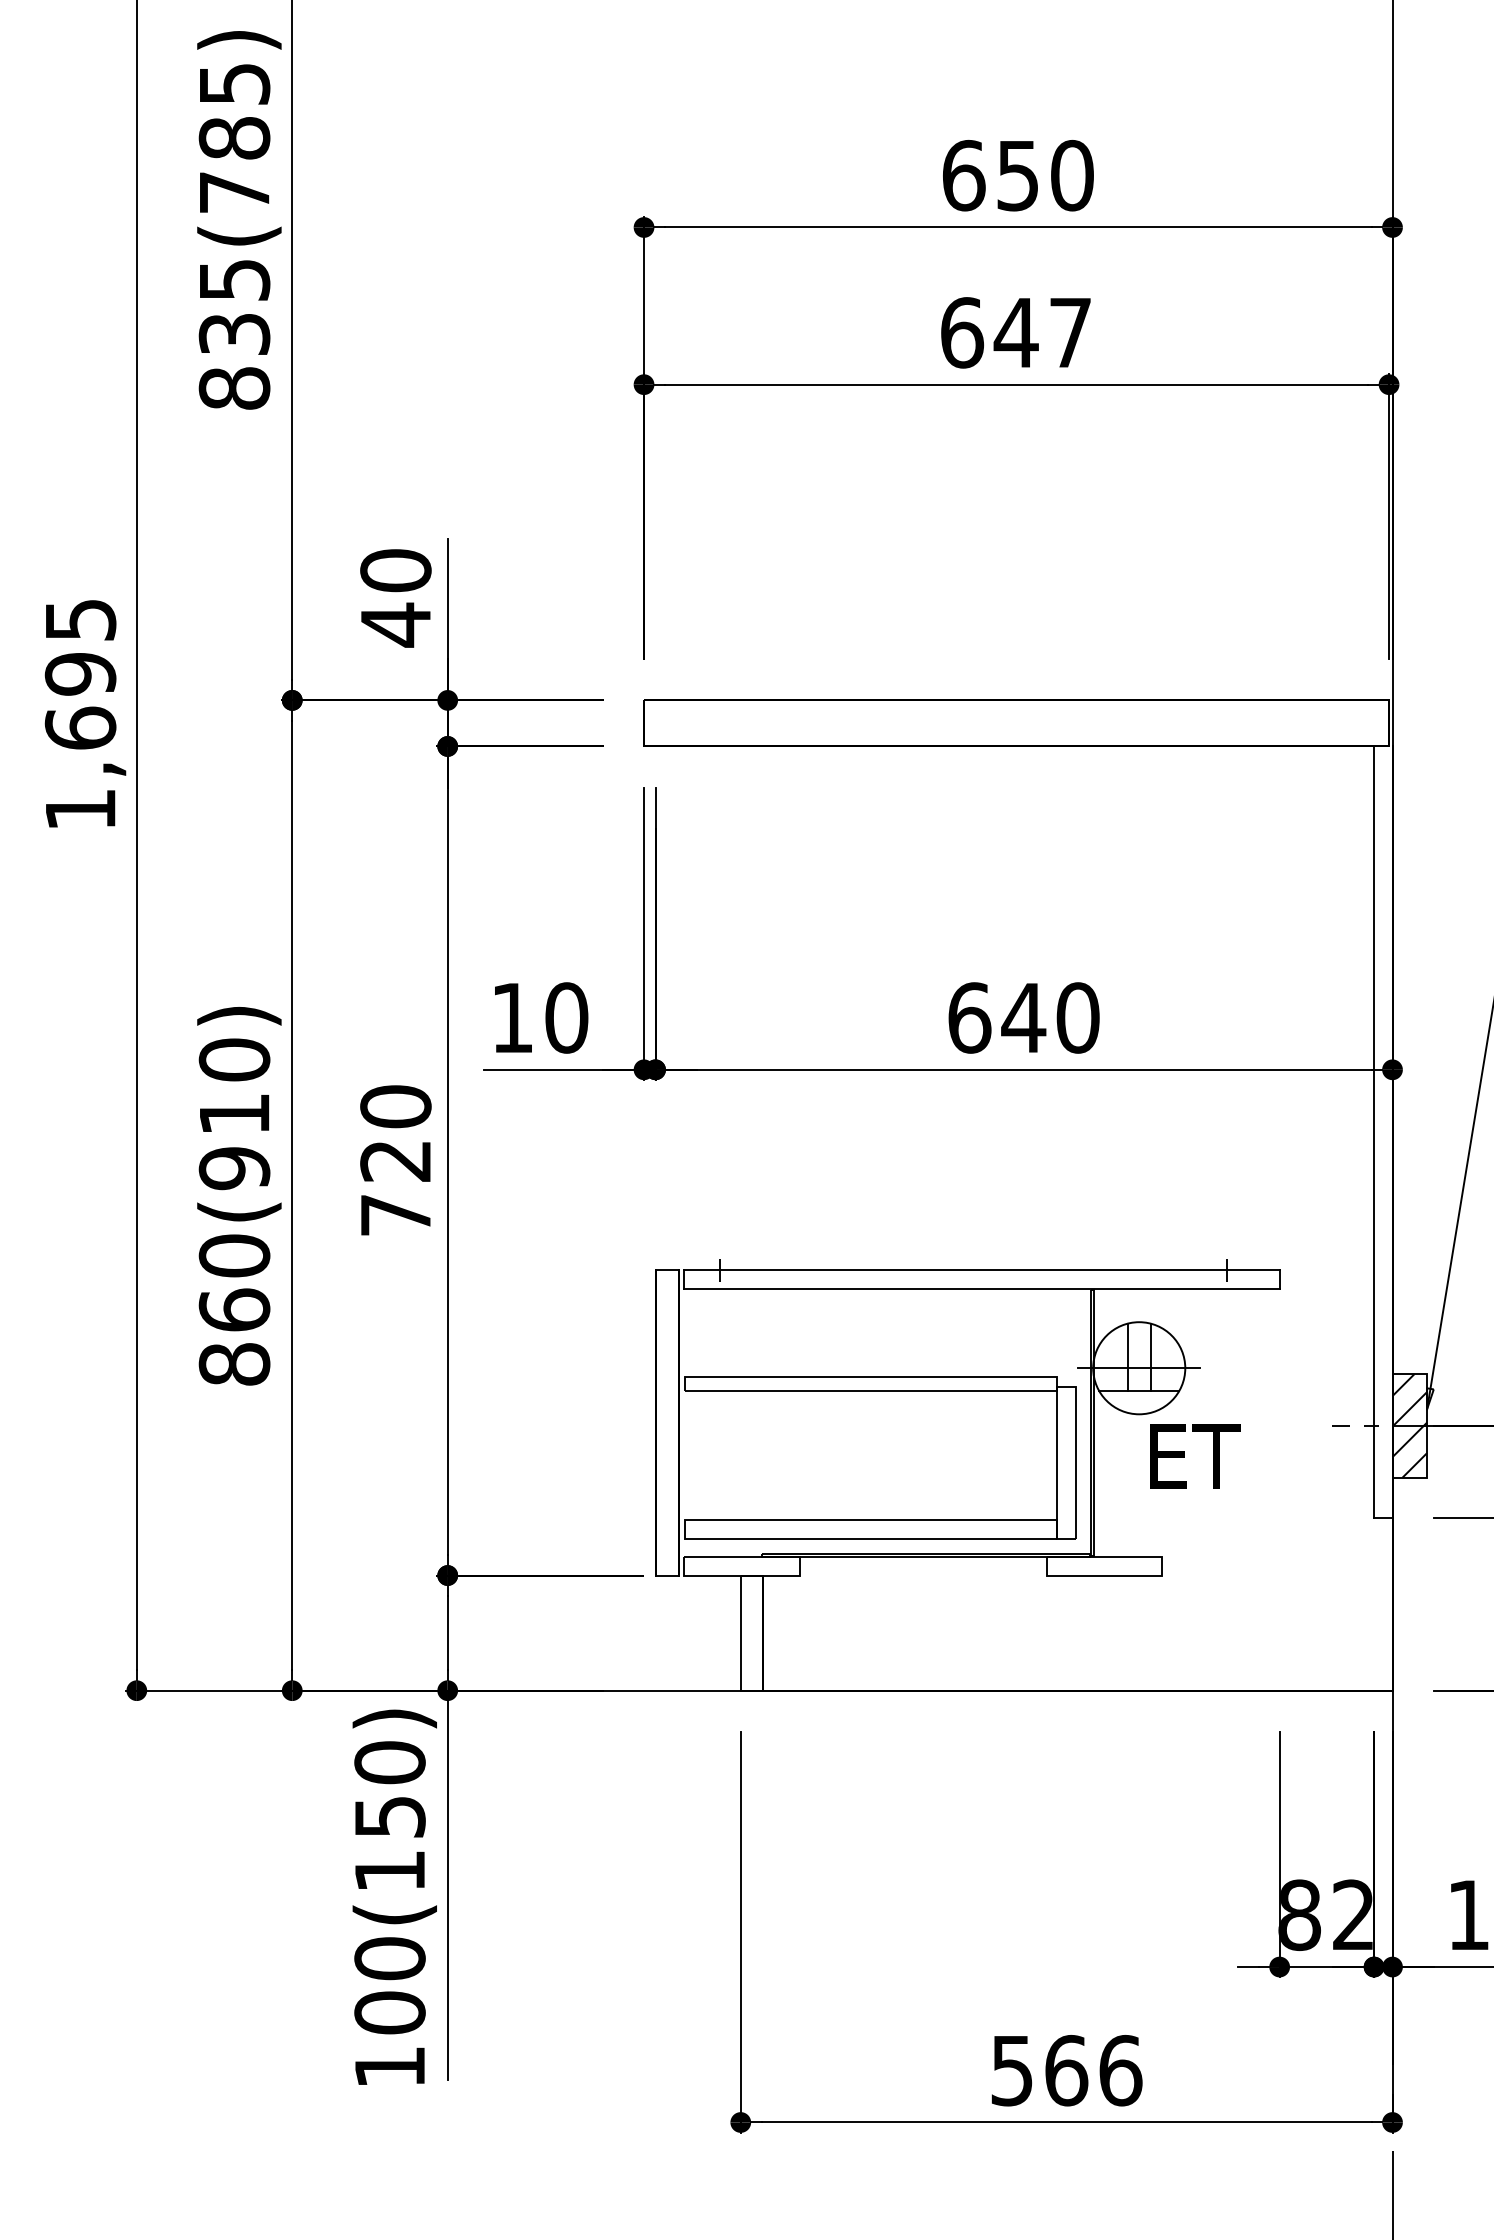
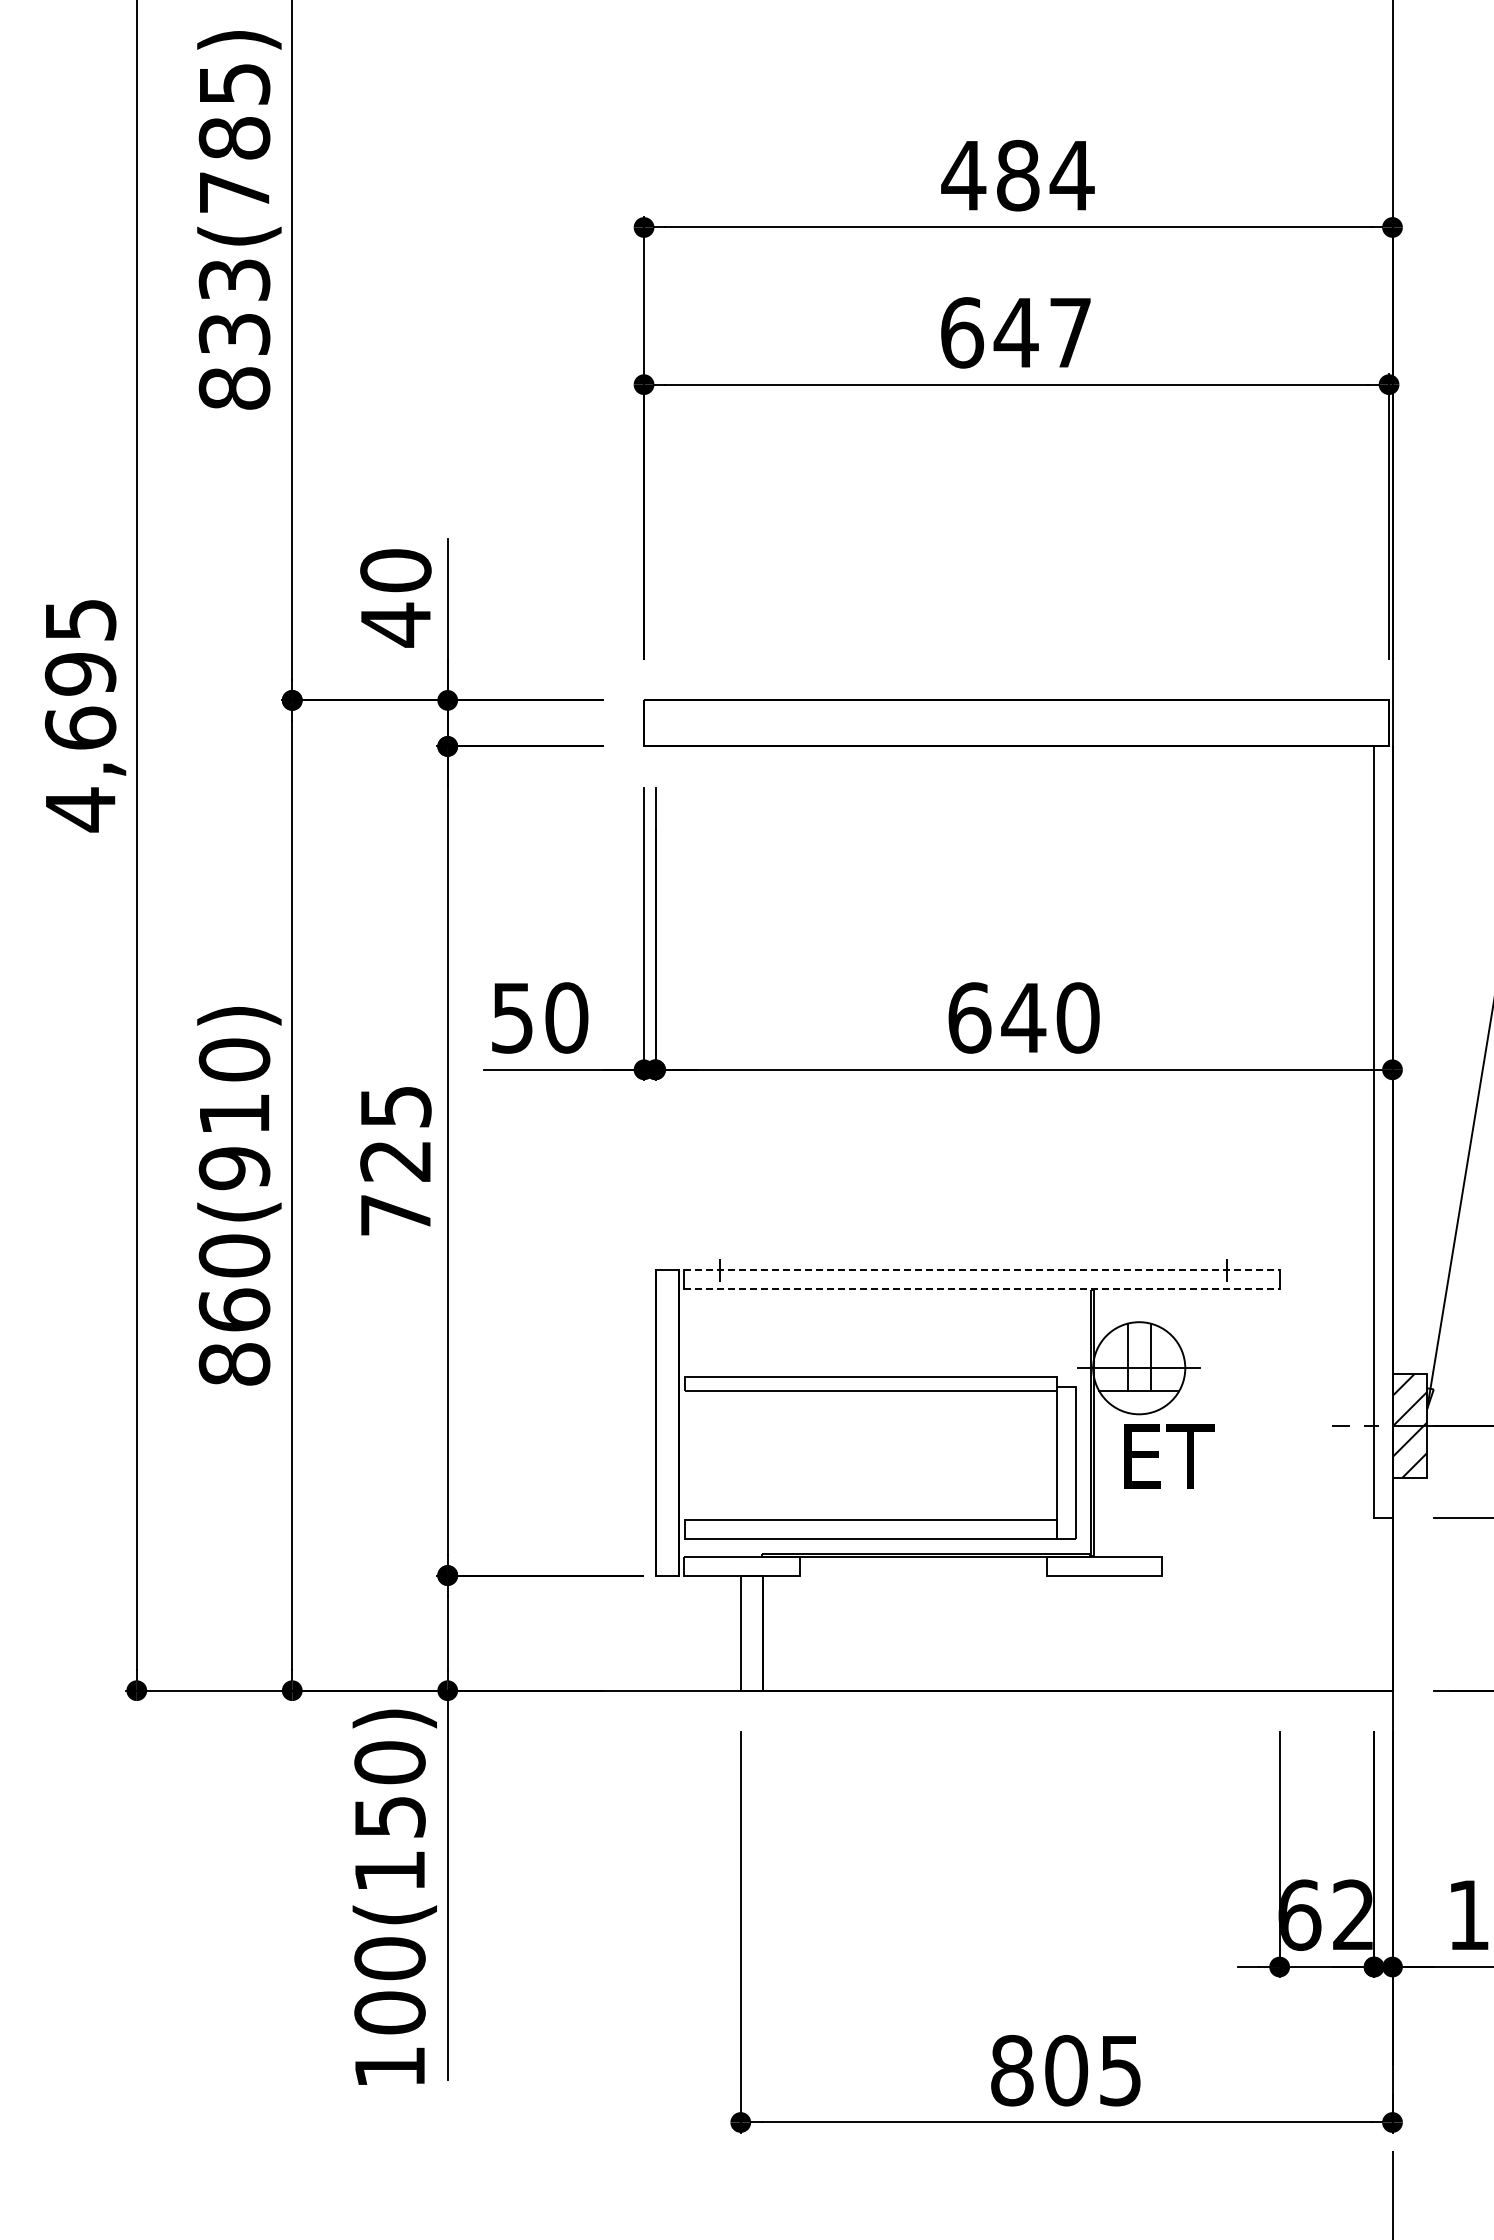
text at (1017, 175): 650 -> 484
text at (233, 279): 835(785) -> 833(785)
text at (80, 809): 1,695 -> 4,695
text at (512, 1018): 10 -> 50
text at (395, 1106): 720 -> 725
line at (982, 1270): solid -> dashed
line at (982, 1288): solid -> dashed
text at (1195, 1456) position: (1195, 1456) -> (1169, 1456)
text at (1299, 1914): 82 -> 62
text at (1066, 2070): 566 -> 805
